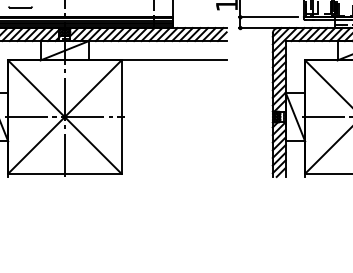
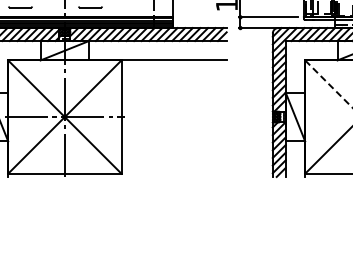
line at (90, 7): none -> present
line at (329, 84): solid -> dashed
line at (325, 117): present -> none
